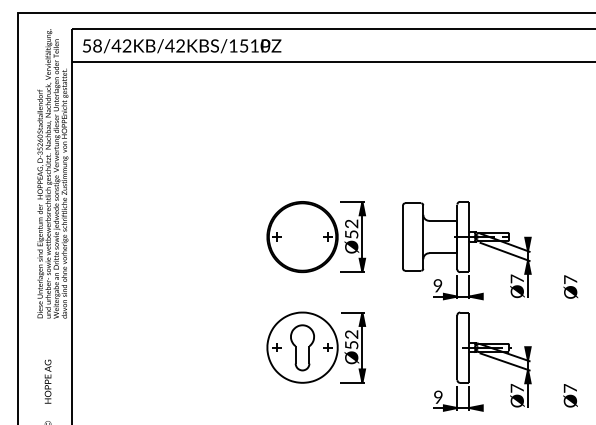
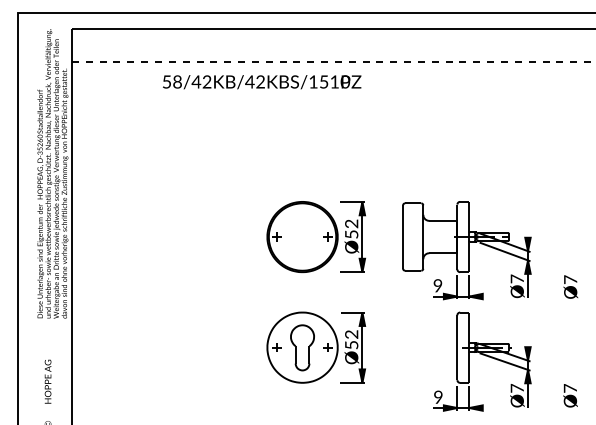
text at (182, 46) position: (182, 46) -> (262, 82)
line at (333, 62): solid -> dashed
